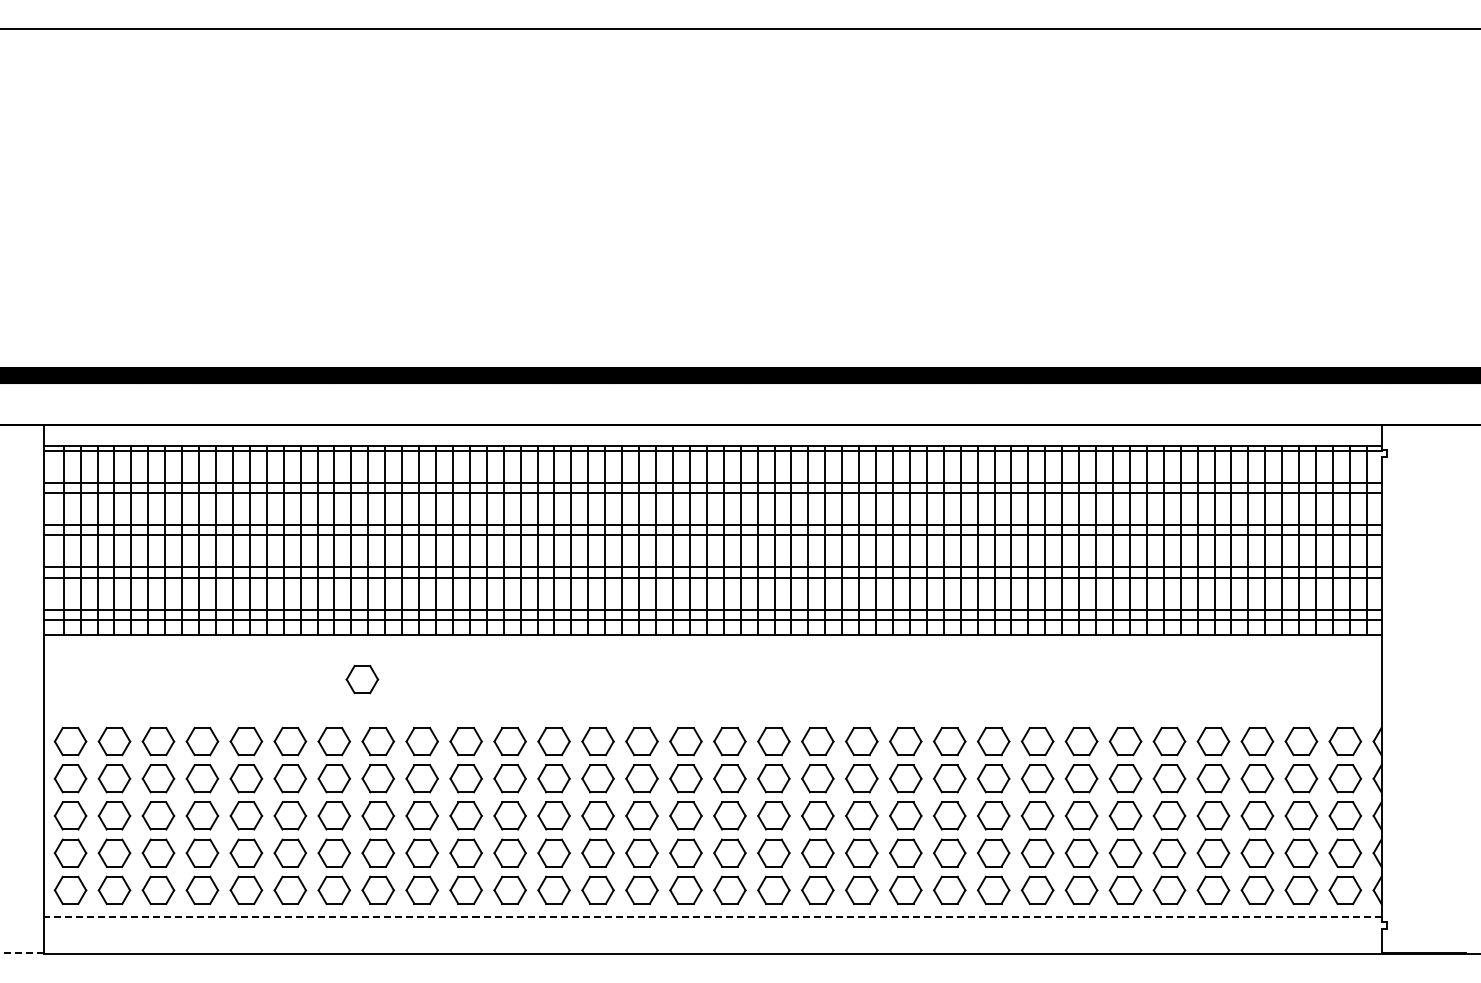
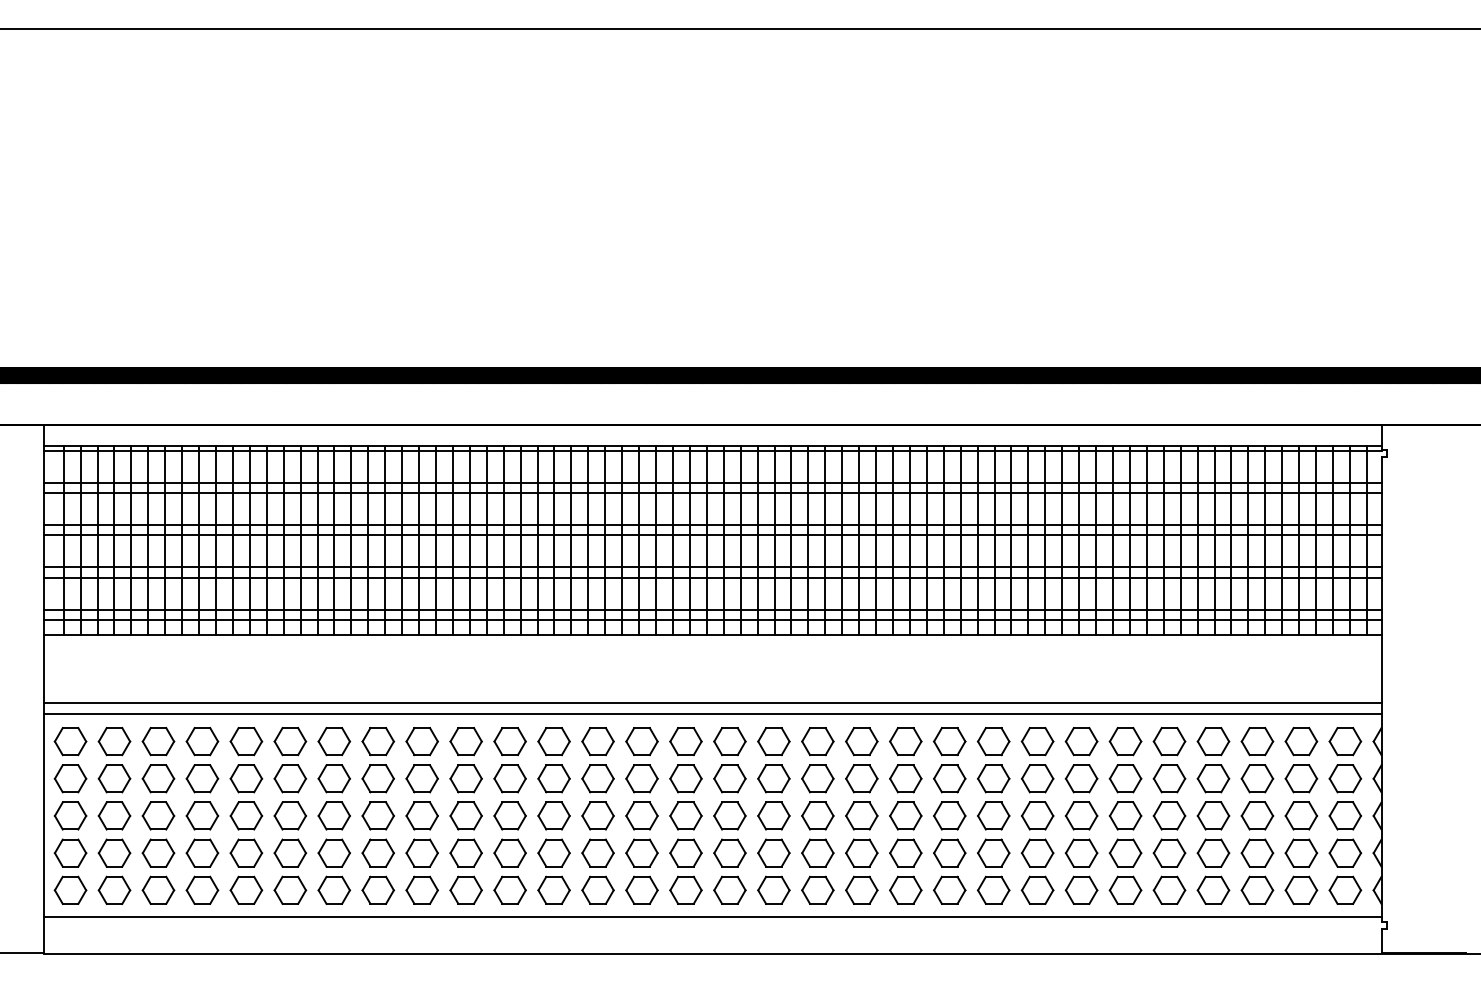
part at (362, 679): present -> none
line at (712, 702): none -> present
line at (712, 714): none -> present
line at (712, 917): dashed -> solid
line at (22, 953): dashed -> solid
